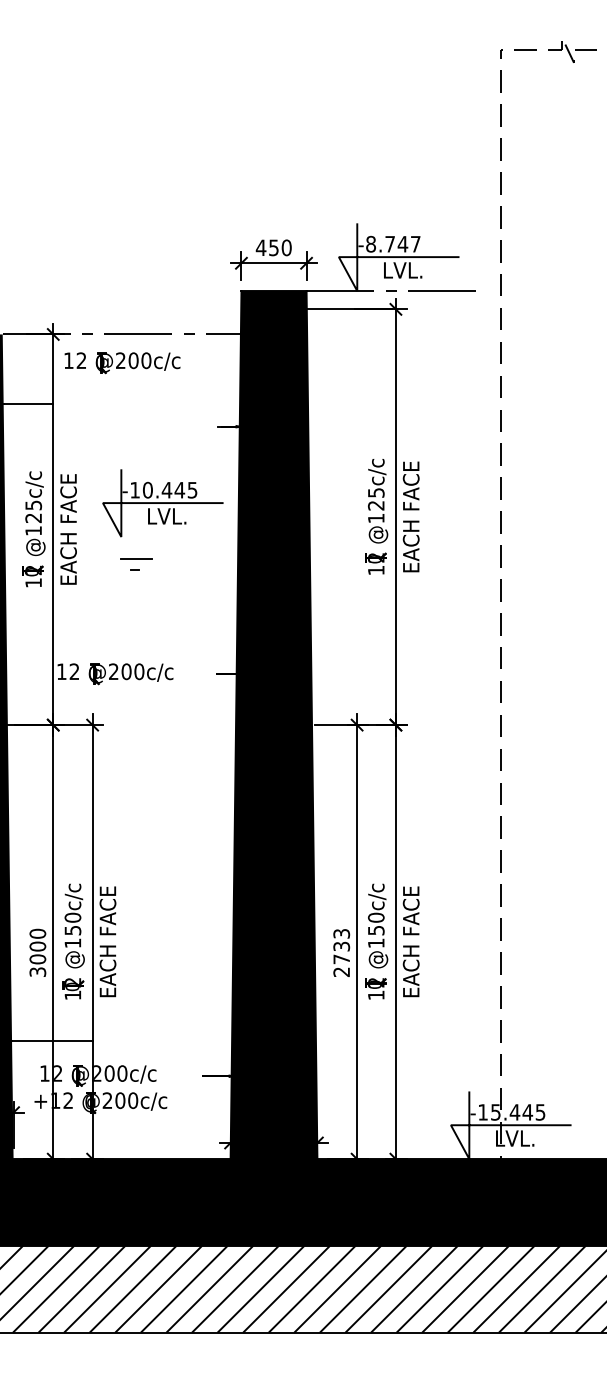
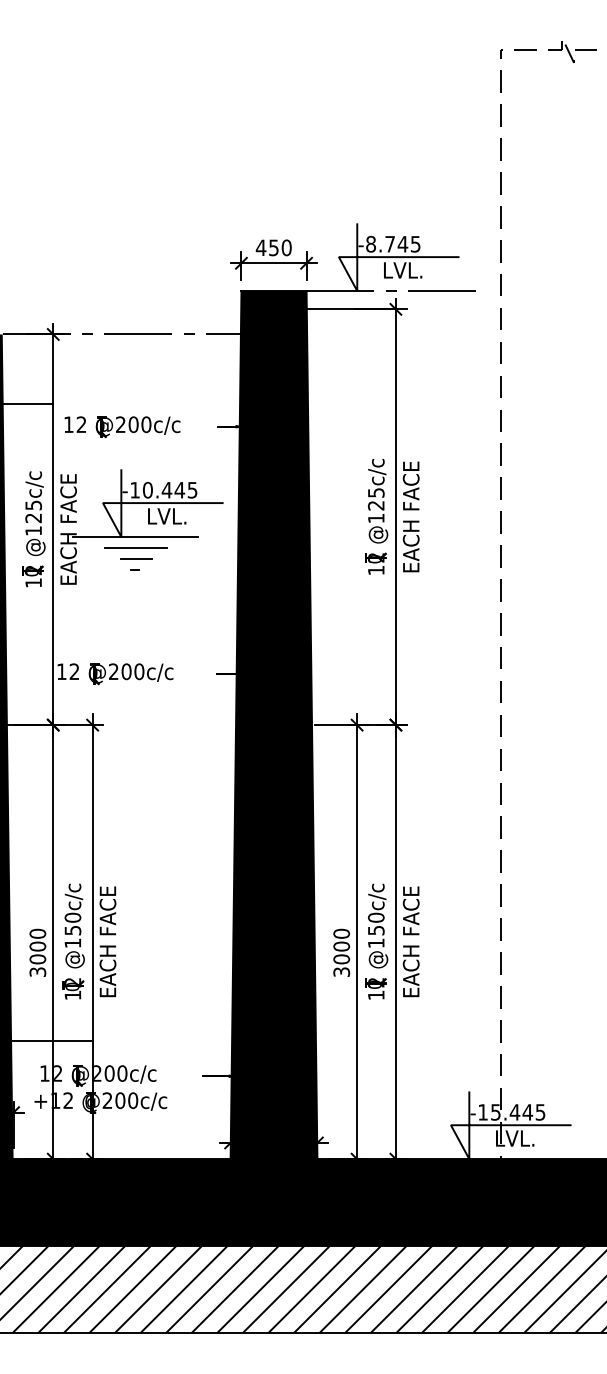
text at (415, 244): -8.747 -> -8.745
part at (122, 363) position: (122, 363) -> (122, 427)
line at (135, 537): none -> present
line at (135, 547): none -> present
text at (341, 952): 2733 -> 3000
